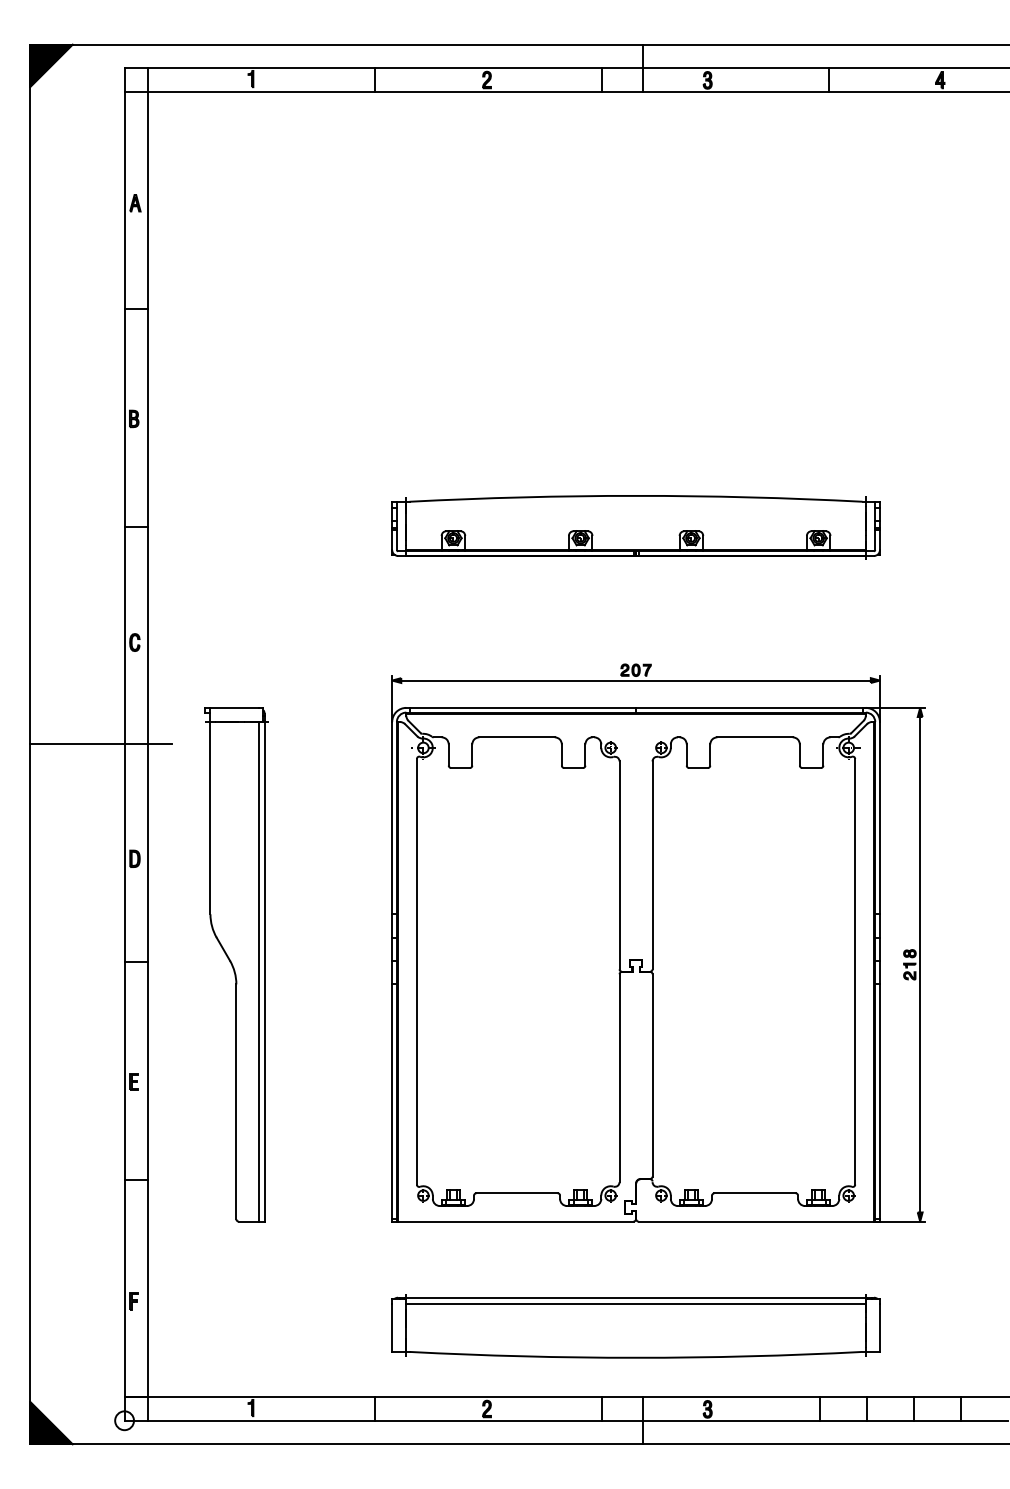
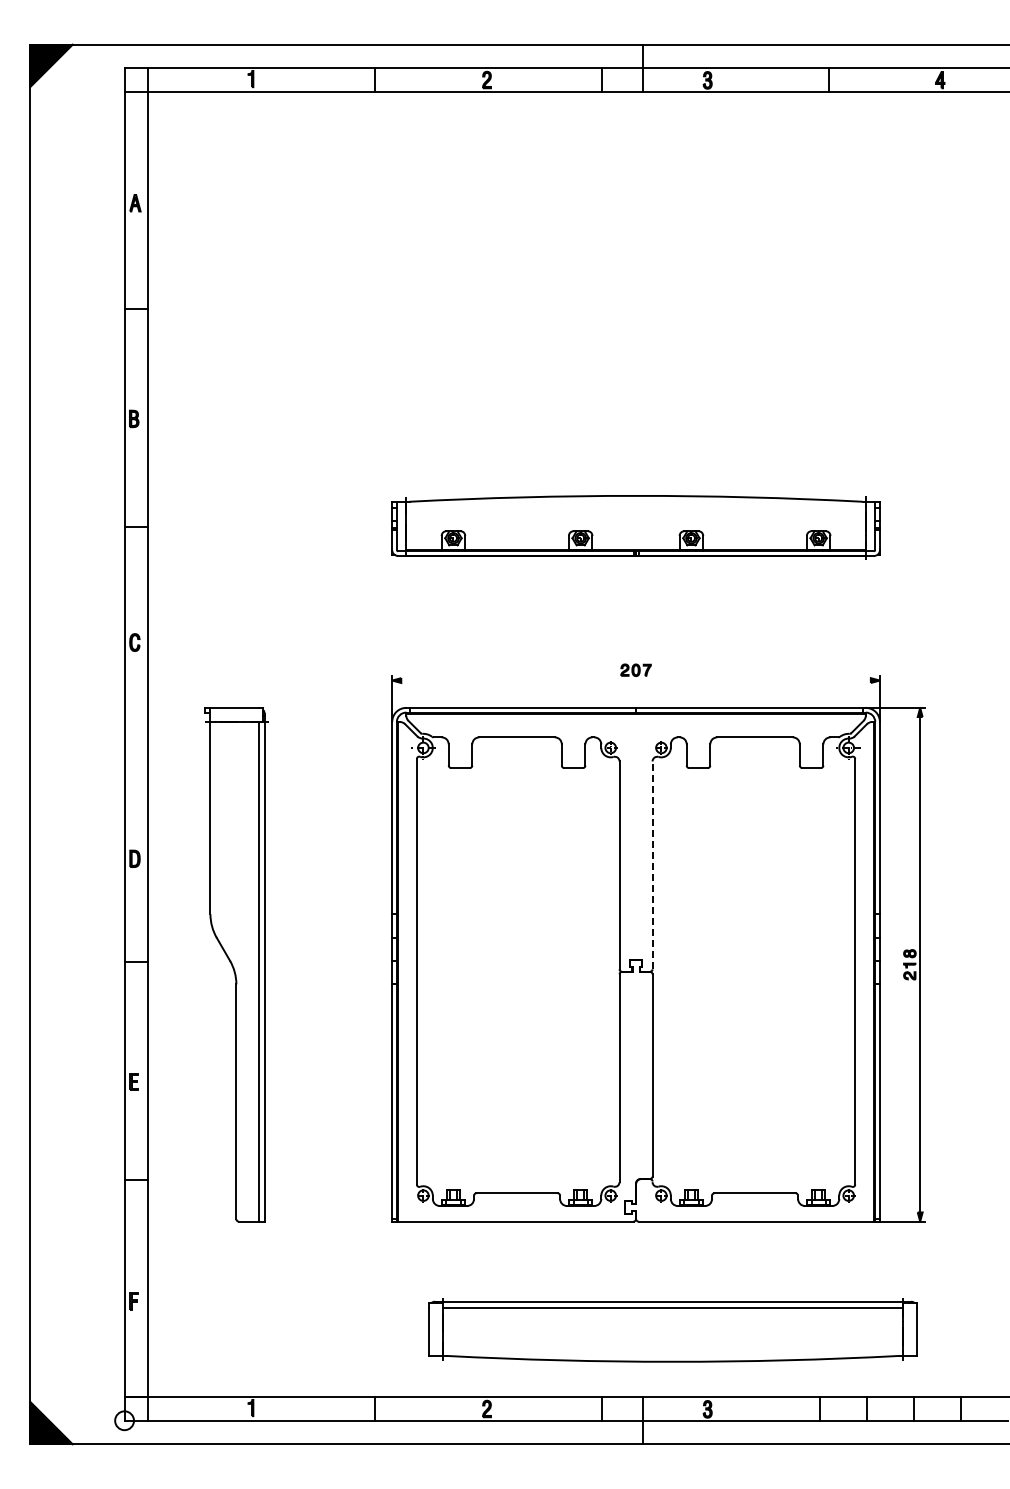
line at (635, 680): present -> none
line at (100, 744): present -> none
line at (652, 865): solid -> dashed
part at (635, 1326) position: (635, 1326) -> (672, 1330)
